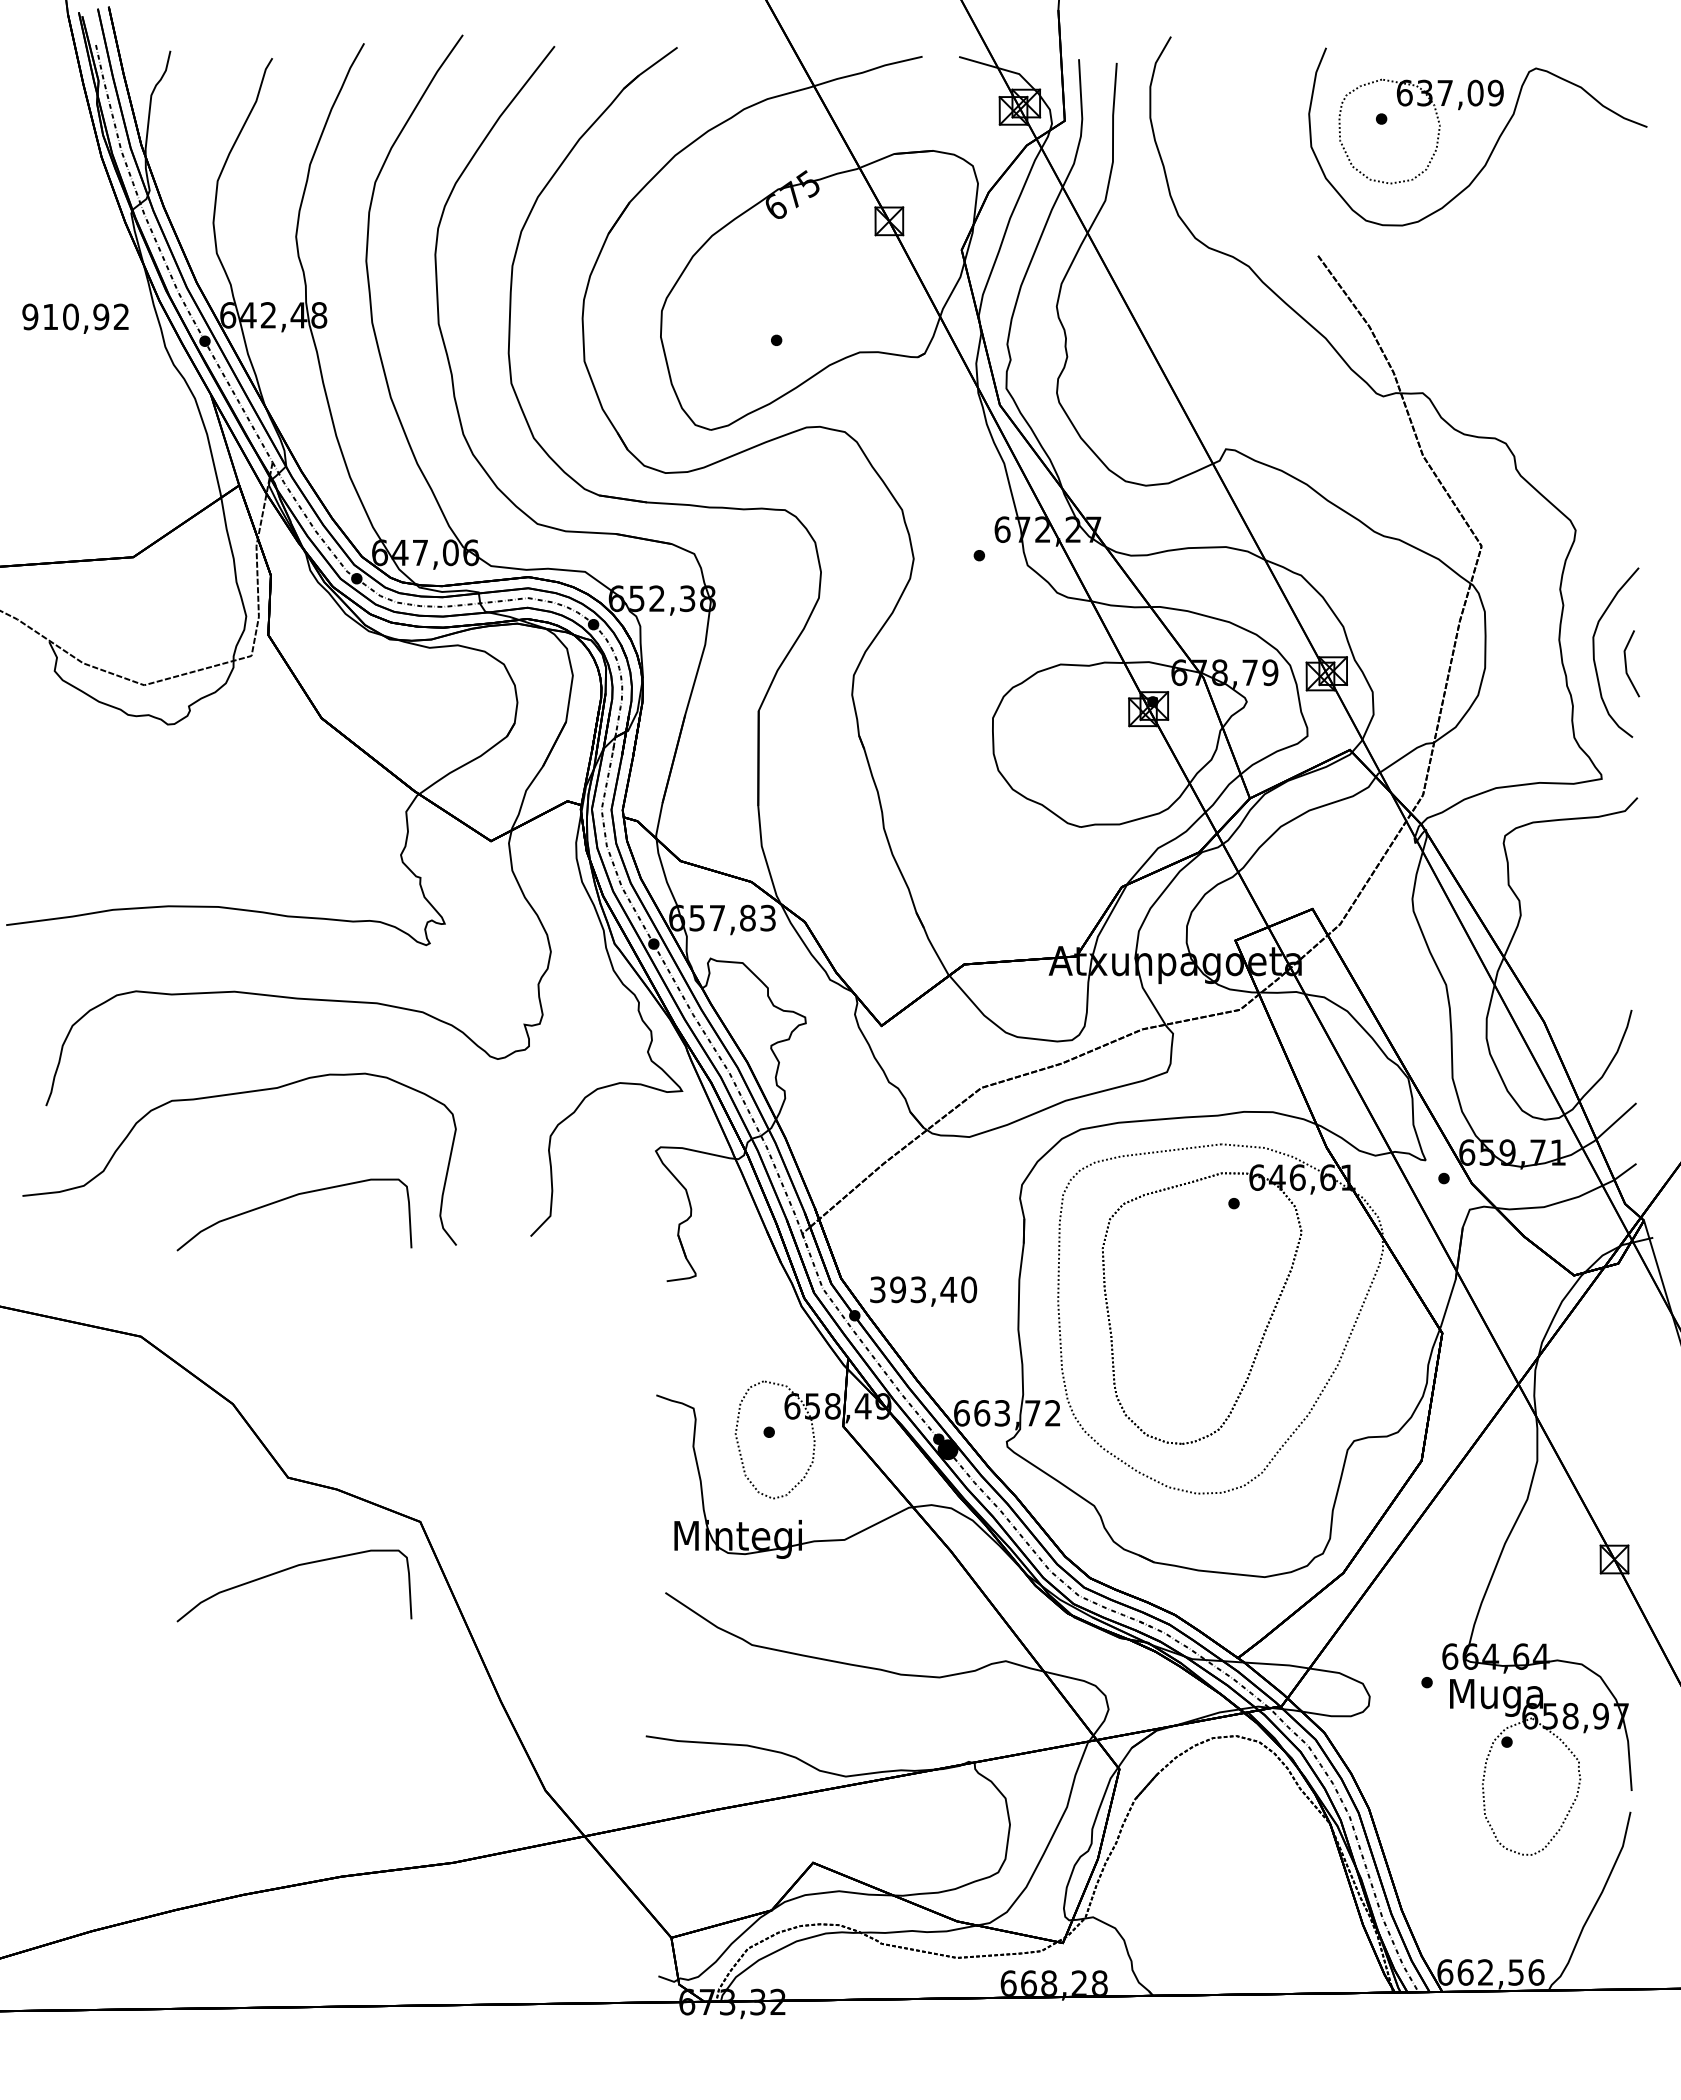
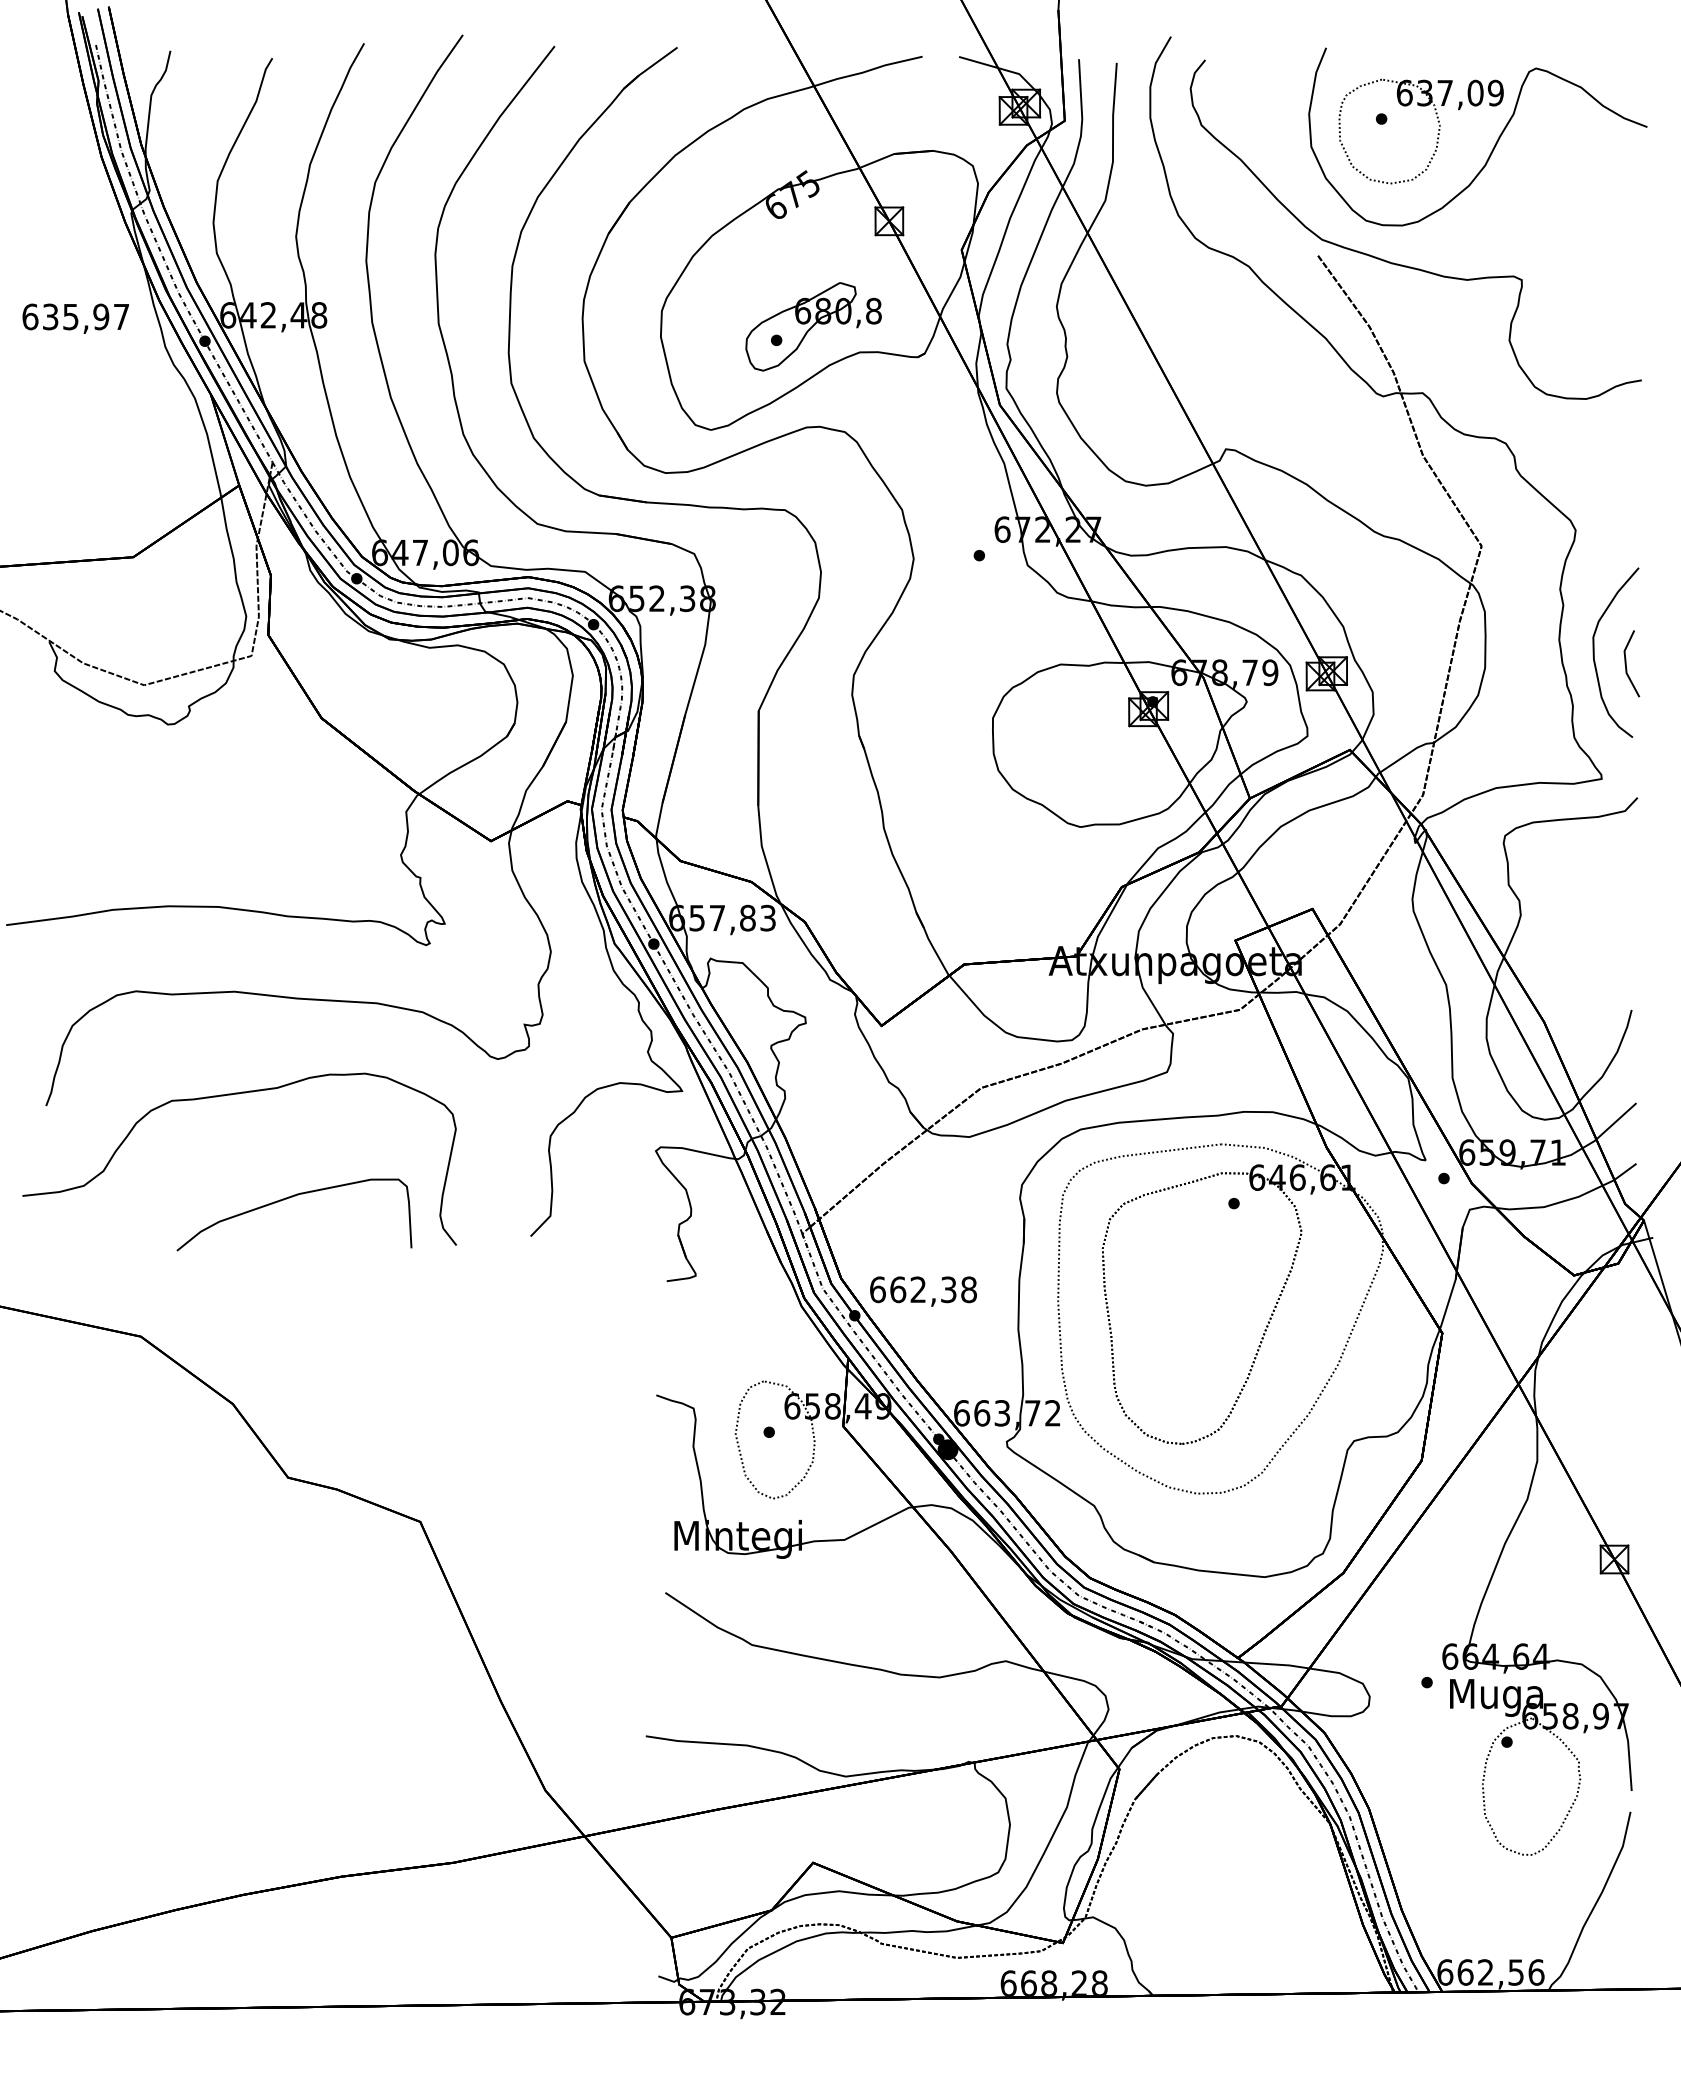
curve at (1406, 265): none -> present
text at (75, 316): 910,92 -> 635,97
part at (813, 326): none -> present
text at (923, 1289): 393,40 -> 662,38
curve at (289, 1569): present -> none
